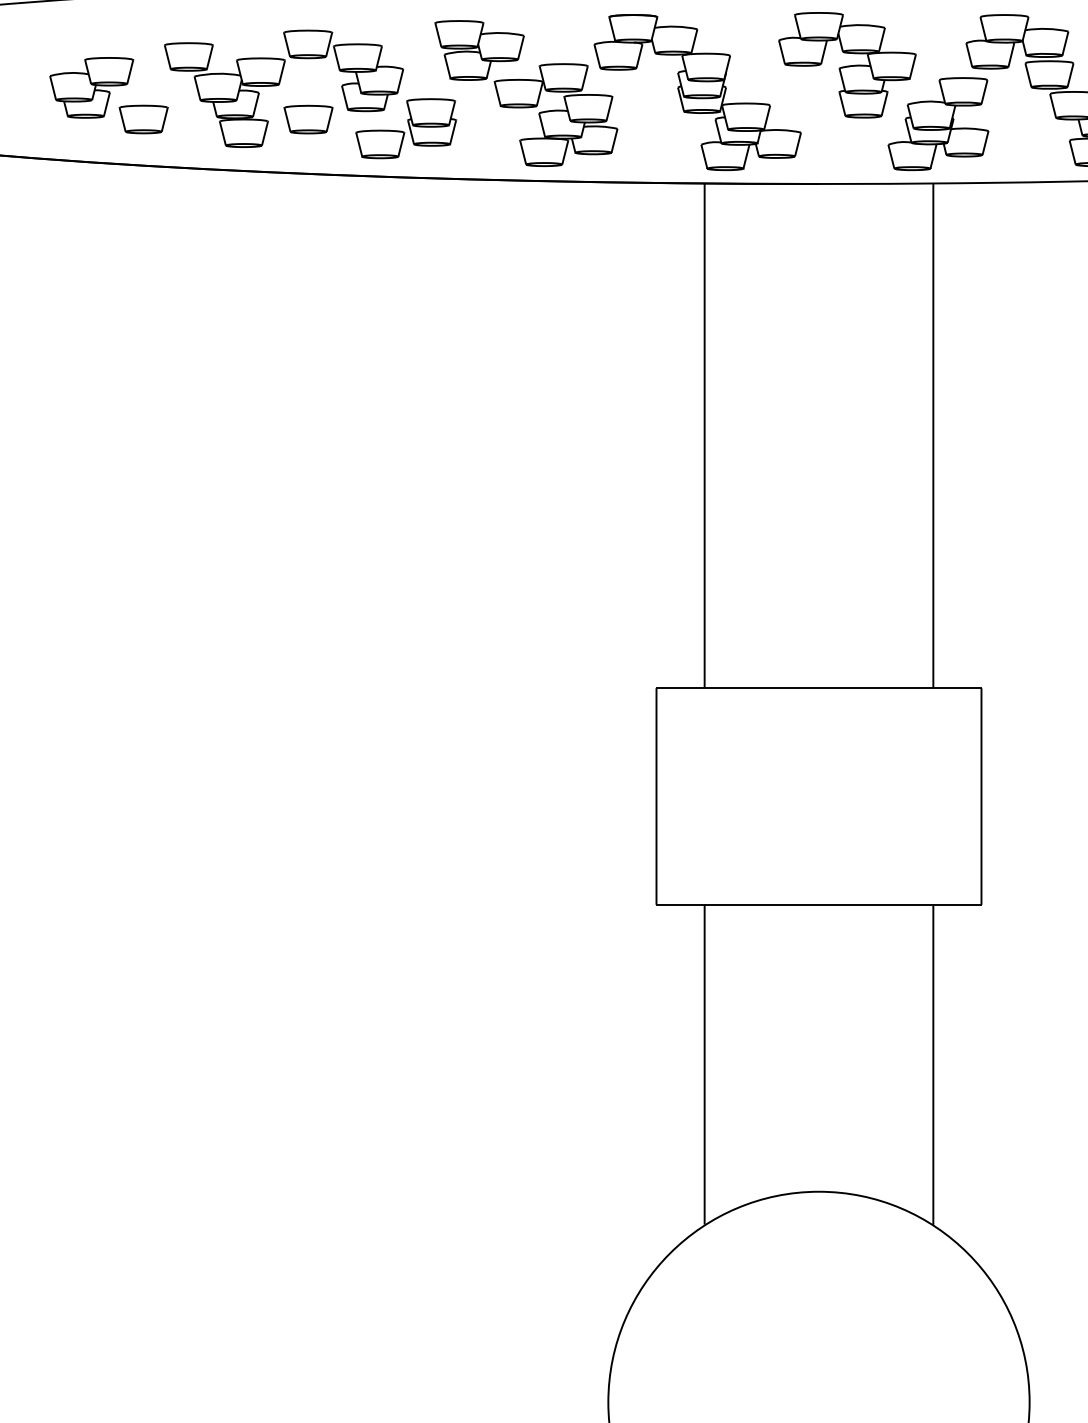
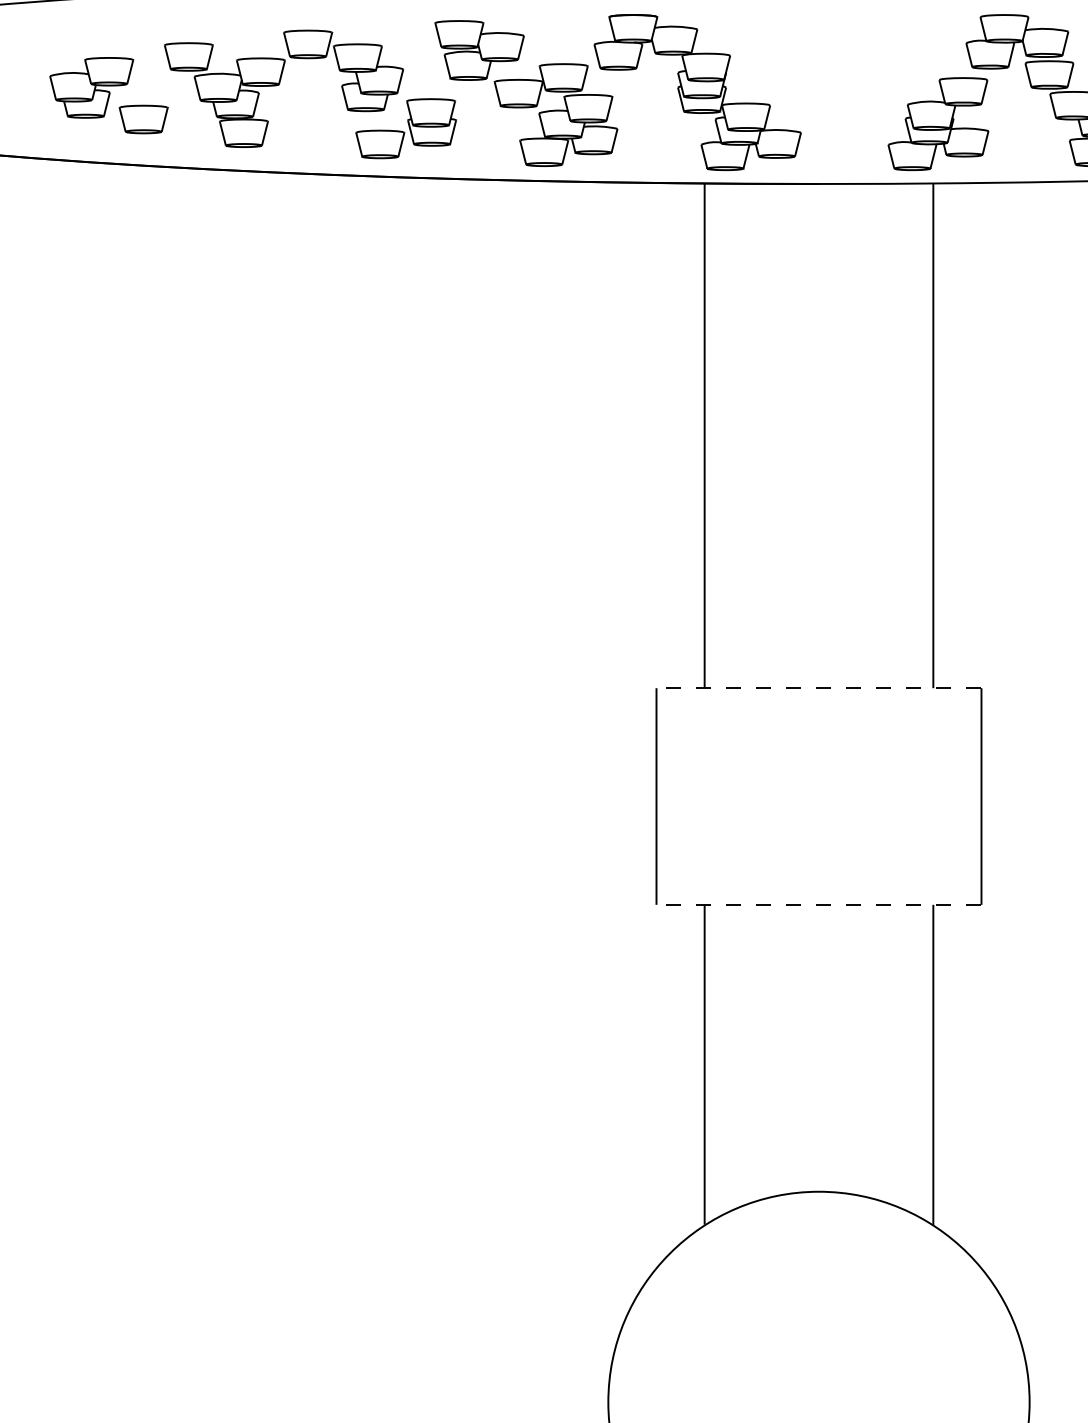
part at (847, 65): present -> none
part at (308, 119): present -> none
line at (818, 688): solid -> dashed
line at (818, 904): solid -> dashed
